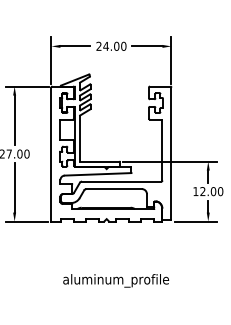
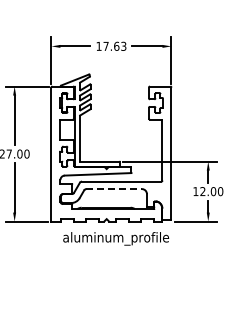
text at (111, 45): 24.00 -> 17.63
line at (114, 189): solid -> dashed
text at (116, 280) position: (116, 280) -> (116, 238)
